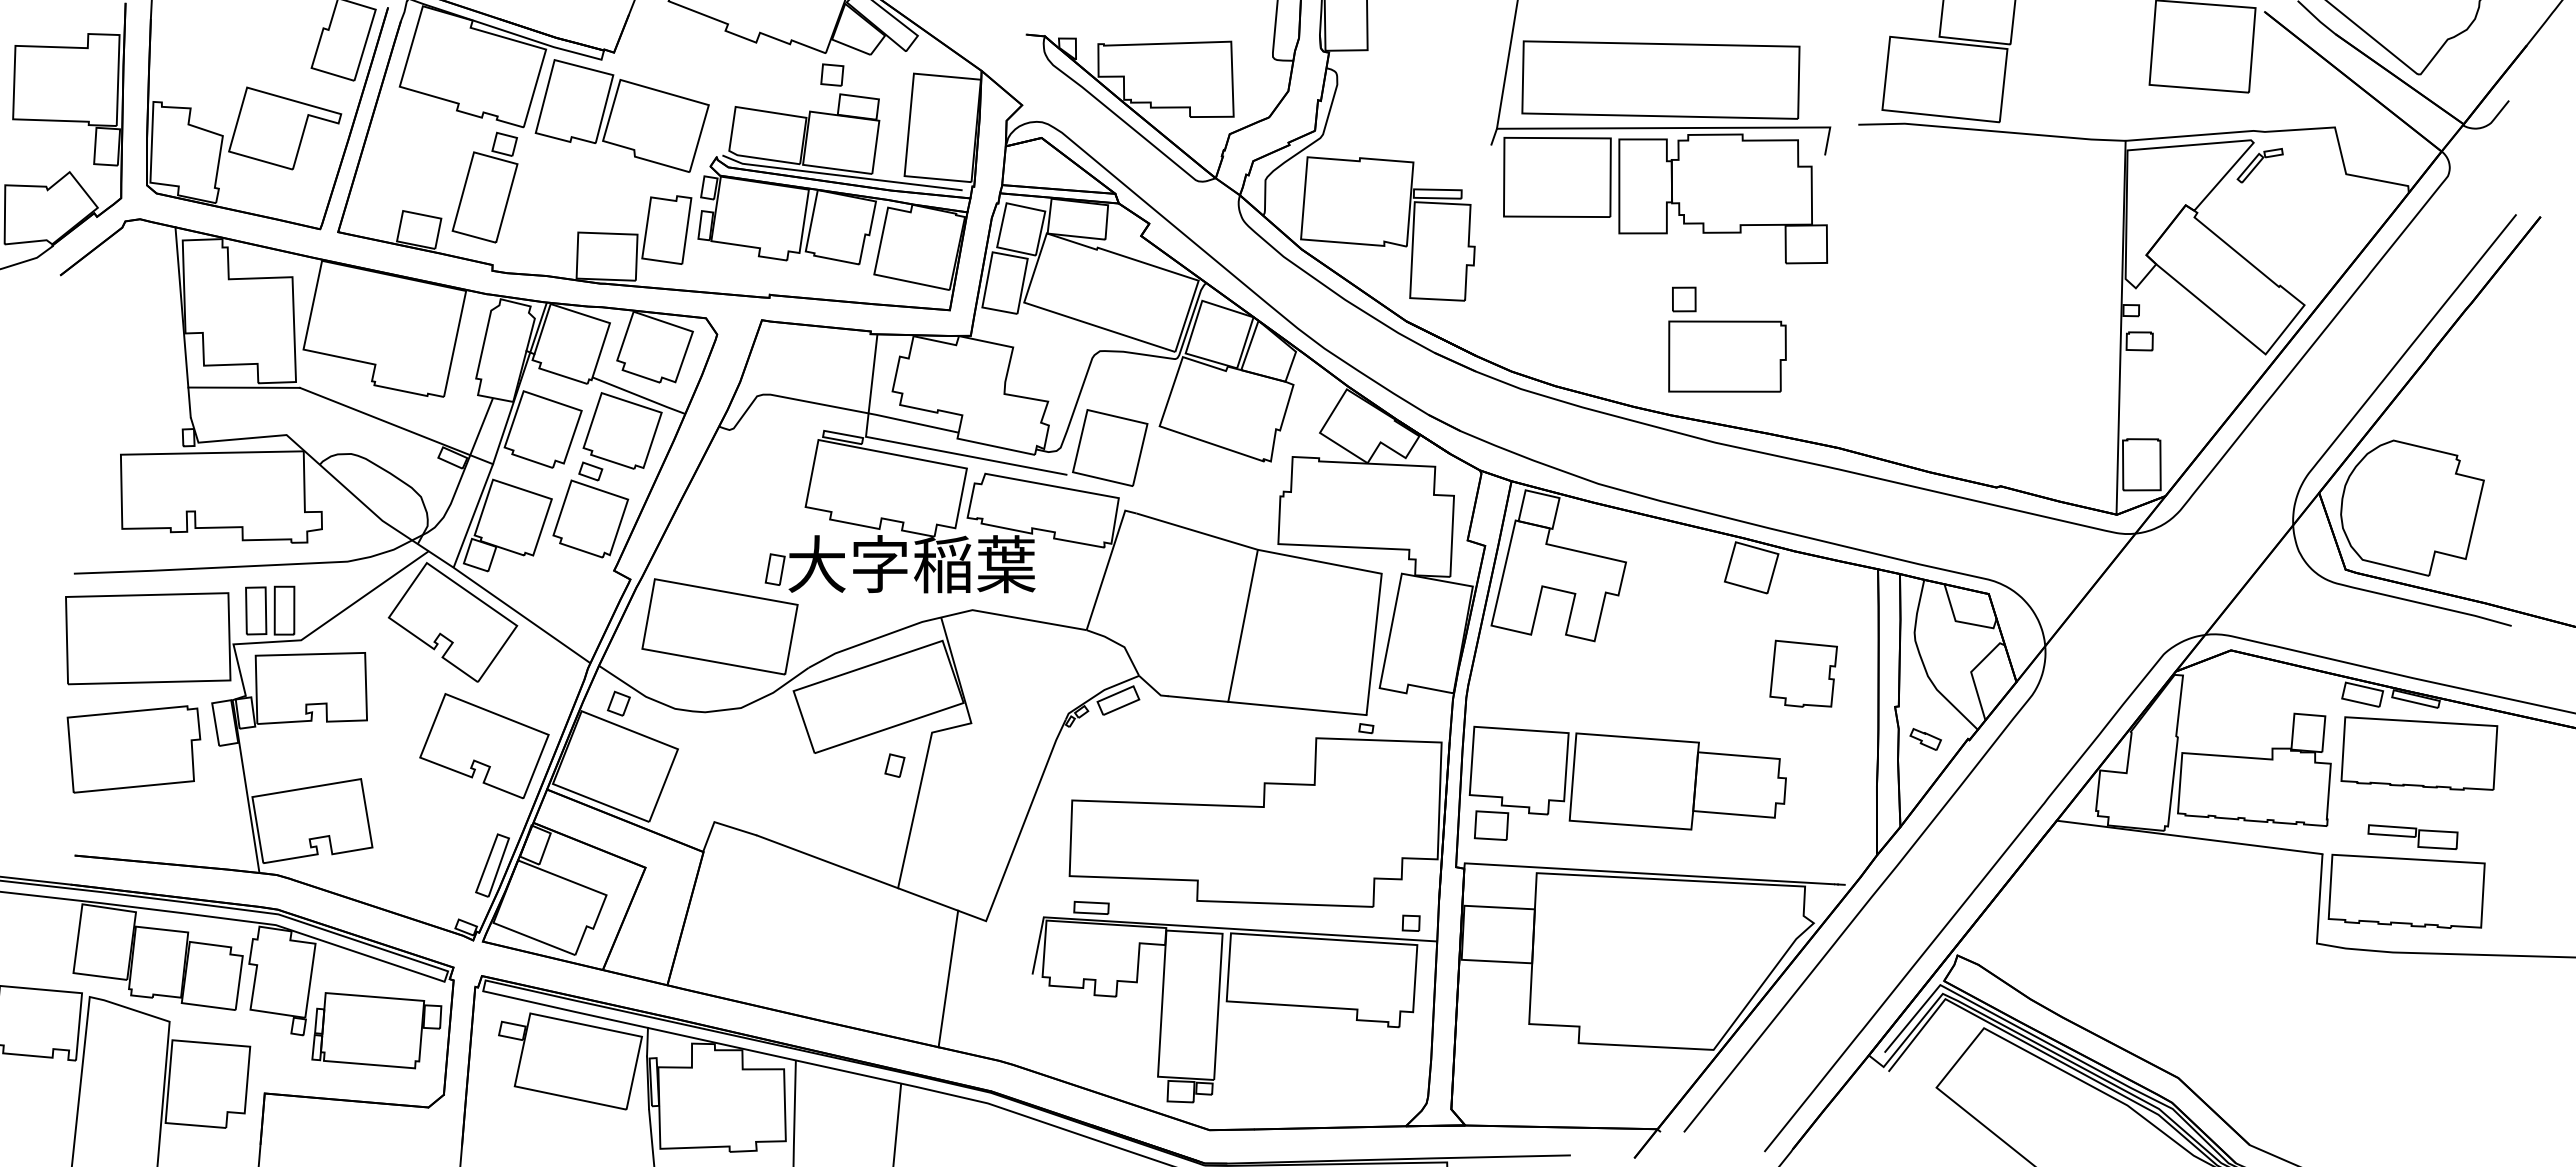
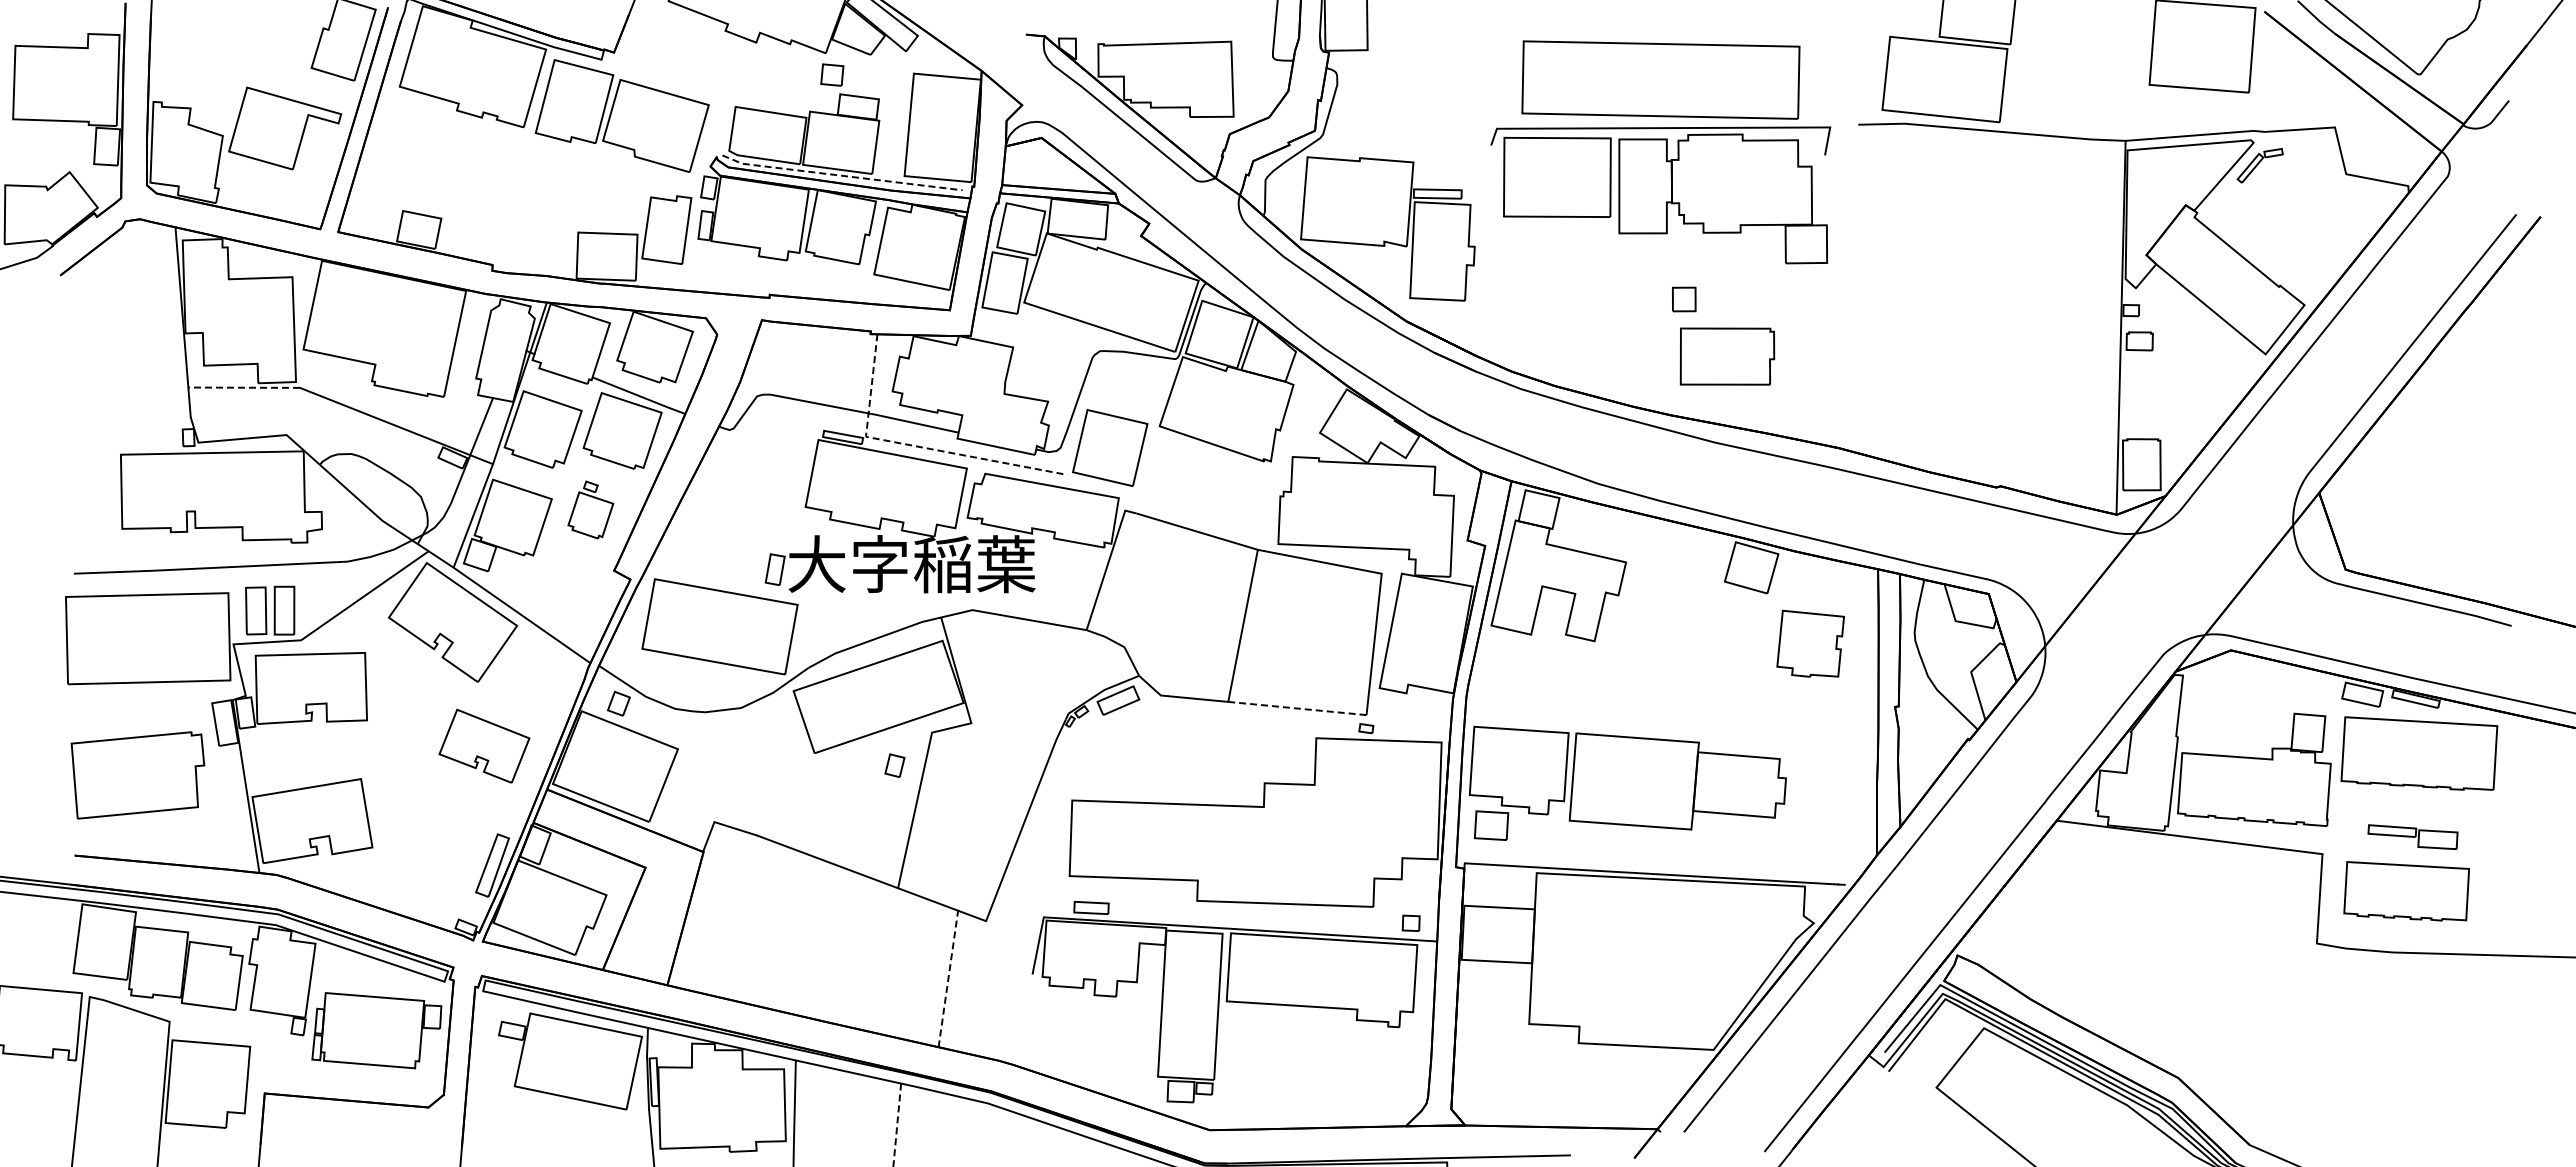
line at (1506, 65): present -> none
line at (841, 175): solid -> dashed
part at (484, 187): present -> none
part at (1727, 356) size: 119x73 px -> 97x59 px
line at (244, 387): solid -> dashed
line at (915, 446): solid -> dashed
part at (2412, 507): present -> none
part at (590, 509) size: 78x98 px -> 48x60 px
part at (1803, 673) position: (1803, 673) -> (1810, 643)
line at (1296, 708): solid -> dashed
part at (1925, 739): present -> none
part at (484, 746) size: 131x107 px -> 93x76 px
part at (133, 749) position: (133, 749) -> (137, 775)
part at (2406, 890) size: 159x76 px -> 127x61 px
line at (948, 979): solid -> dashed
line at (897, 1124): solid -> dashed
